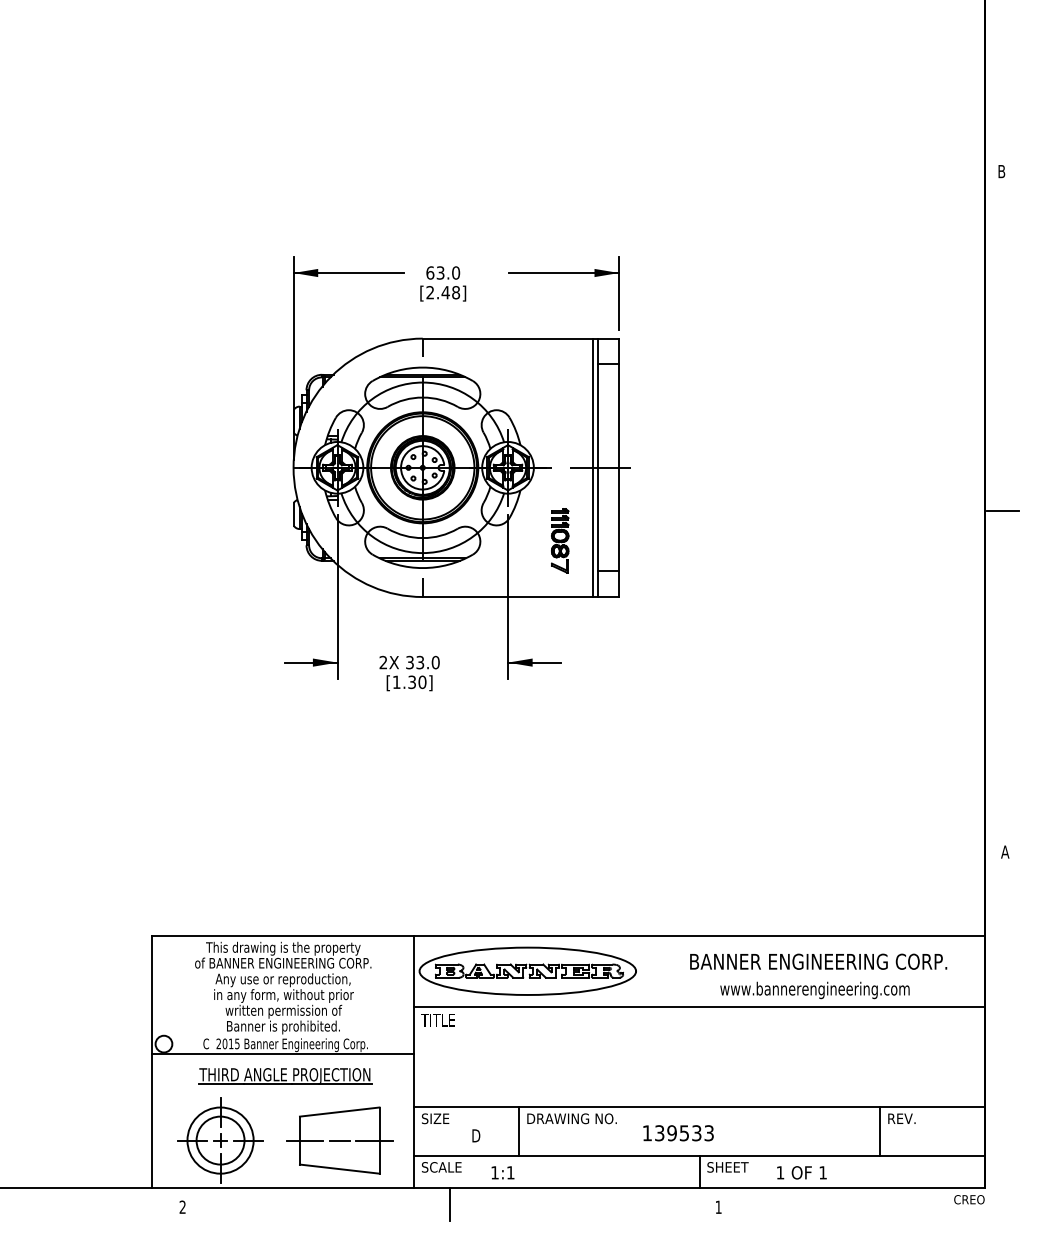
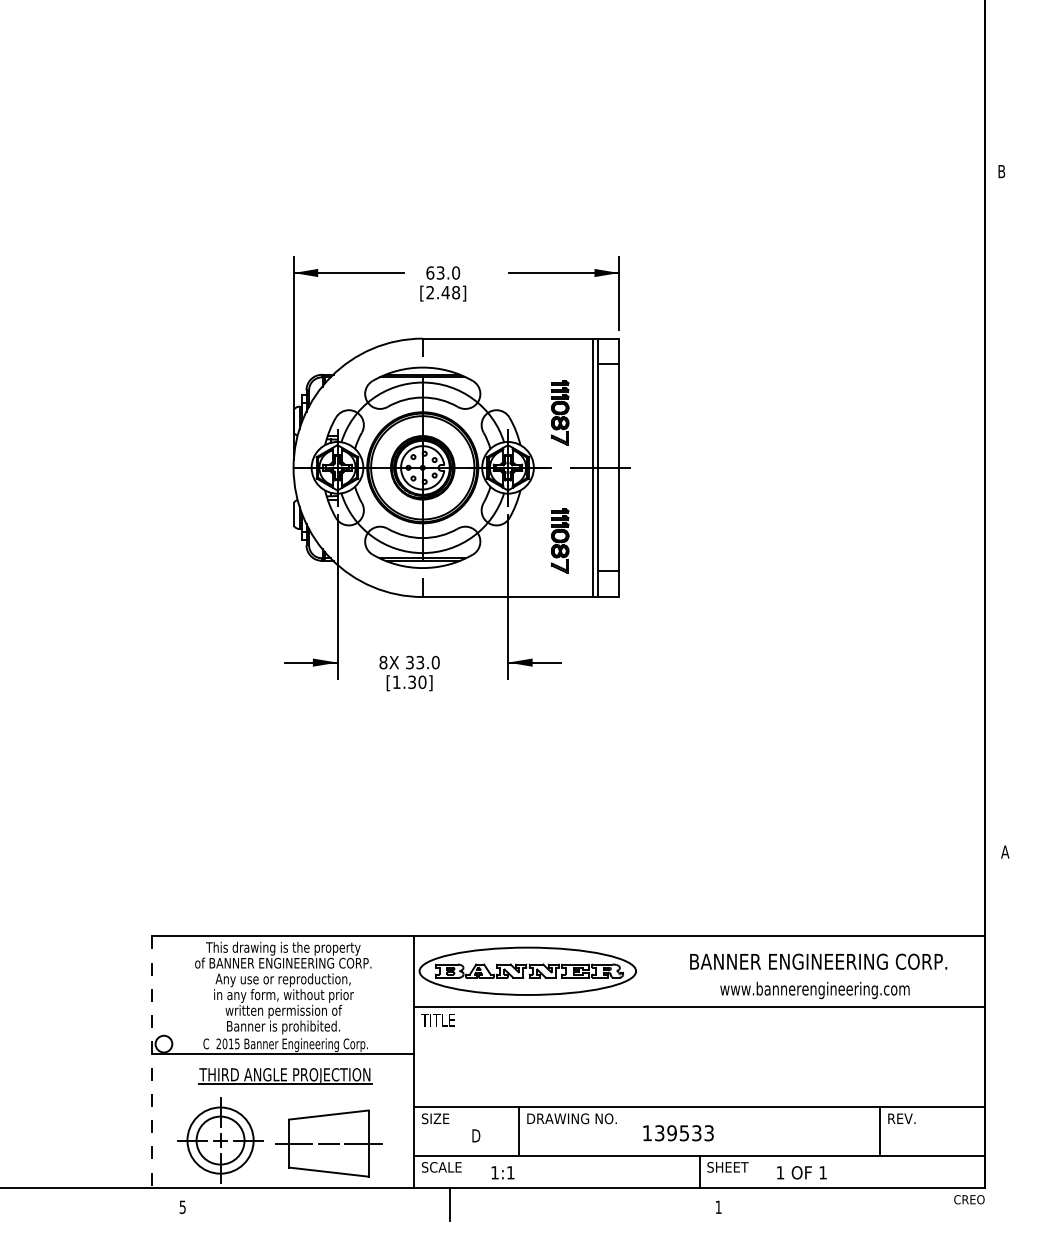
part at (560, 412): none -> present
line at (1002, 510): present -> none
text at (383, 662): 2X -> 8X
line at (151, 1062): solid -> dashed
part at (339, 1140) position: (339, 1140) -> (328, 1143)
text at (182, 1206): 2 -> 5
